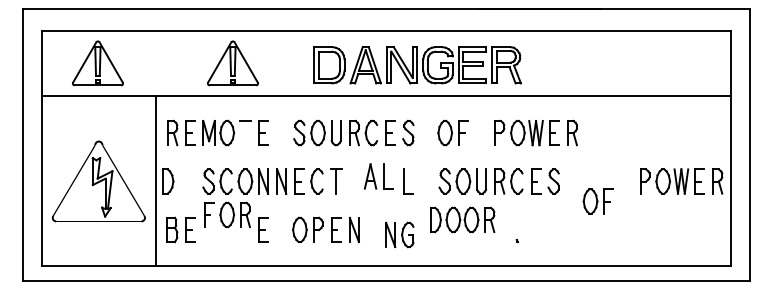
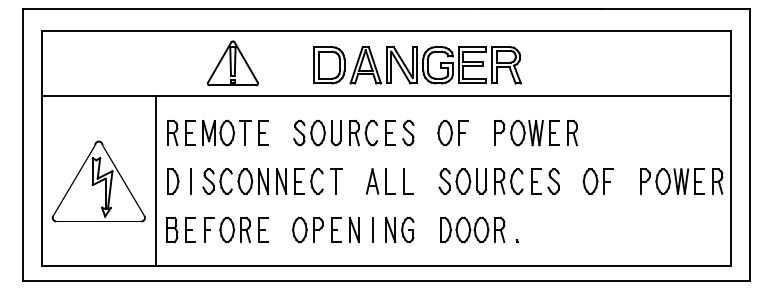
part at (97, 63): present -> none
line at (245, 132): none -> present
part at (378, 176) position: (378, 176) -> (380, 181)
part at (168, 181) position: (168, 181) -> (173, 181)
line at (190, 181): none -> present
part at (597, 201) position: (597, 201) -> (597, 181)
part at (227, 214) position: (227, 214) -> (227, 229)
part at (462, 219) position: (462, 219) -> (472, 229)
line at (372, 229): none -> present
part at (399, 234) position: (399, 234) -> (399, 229)
